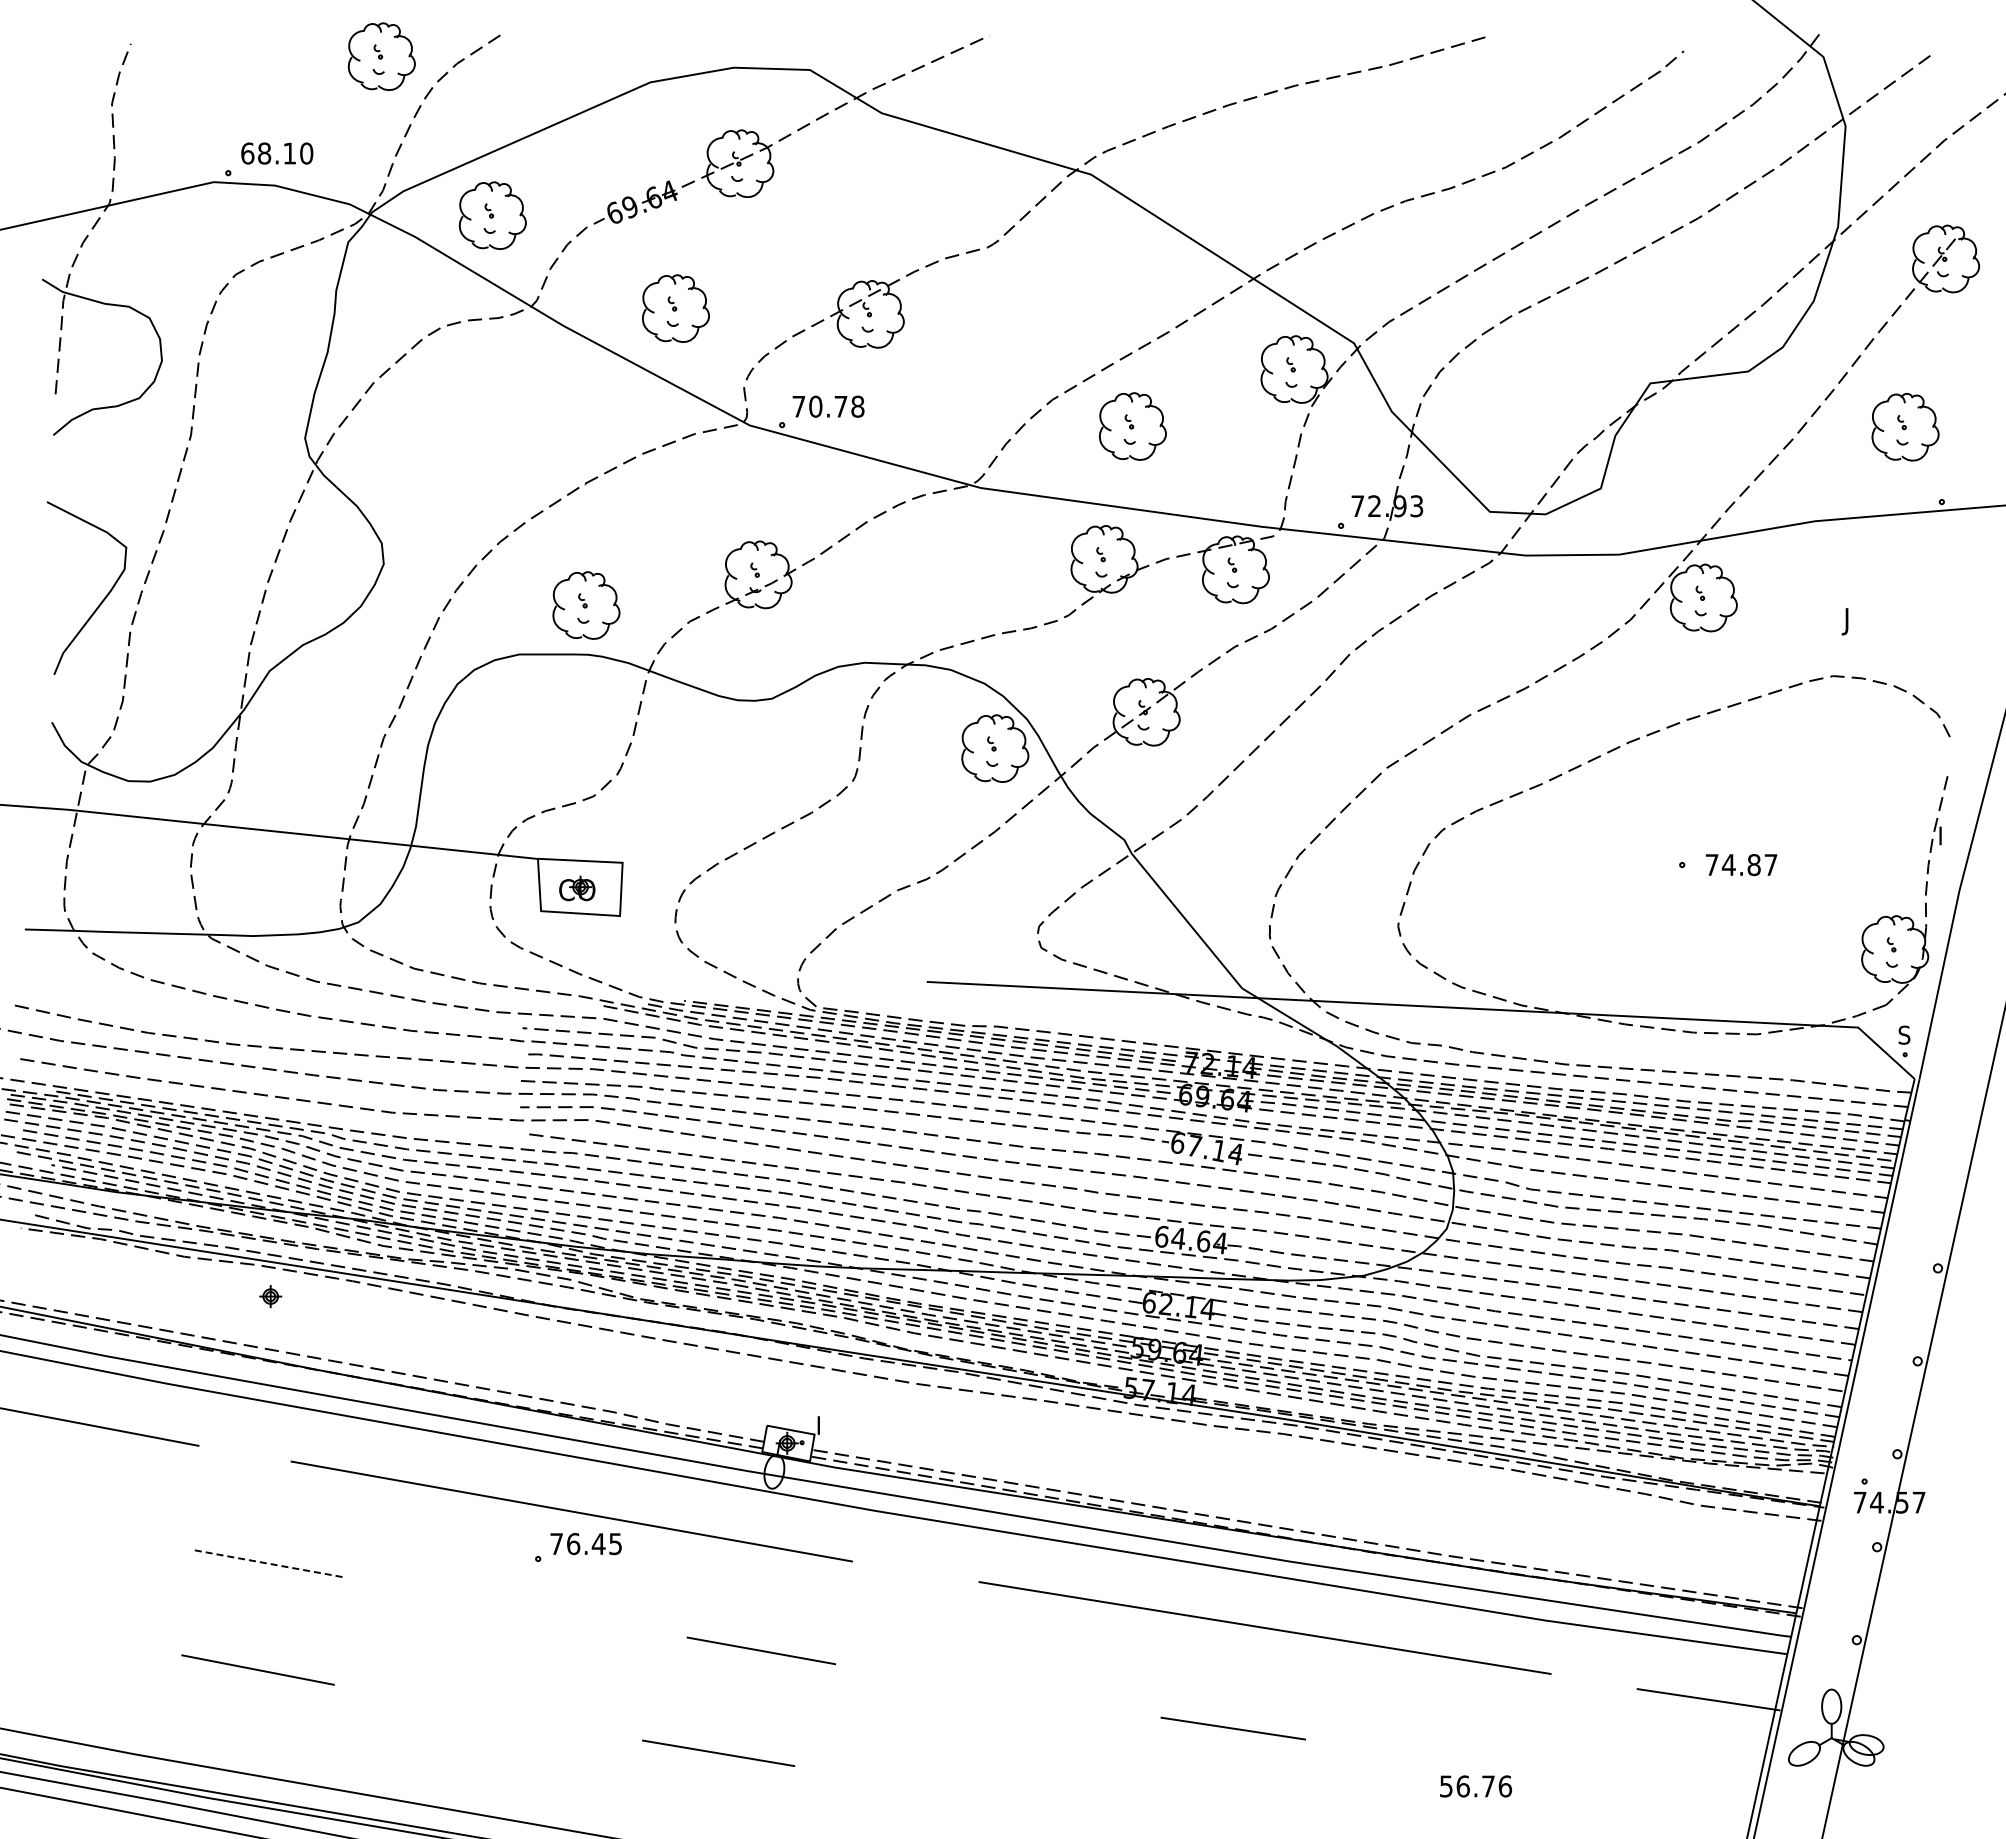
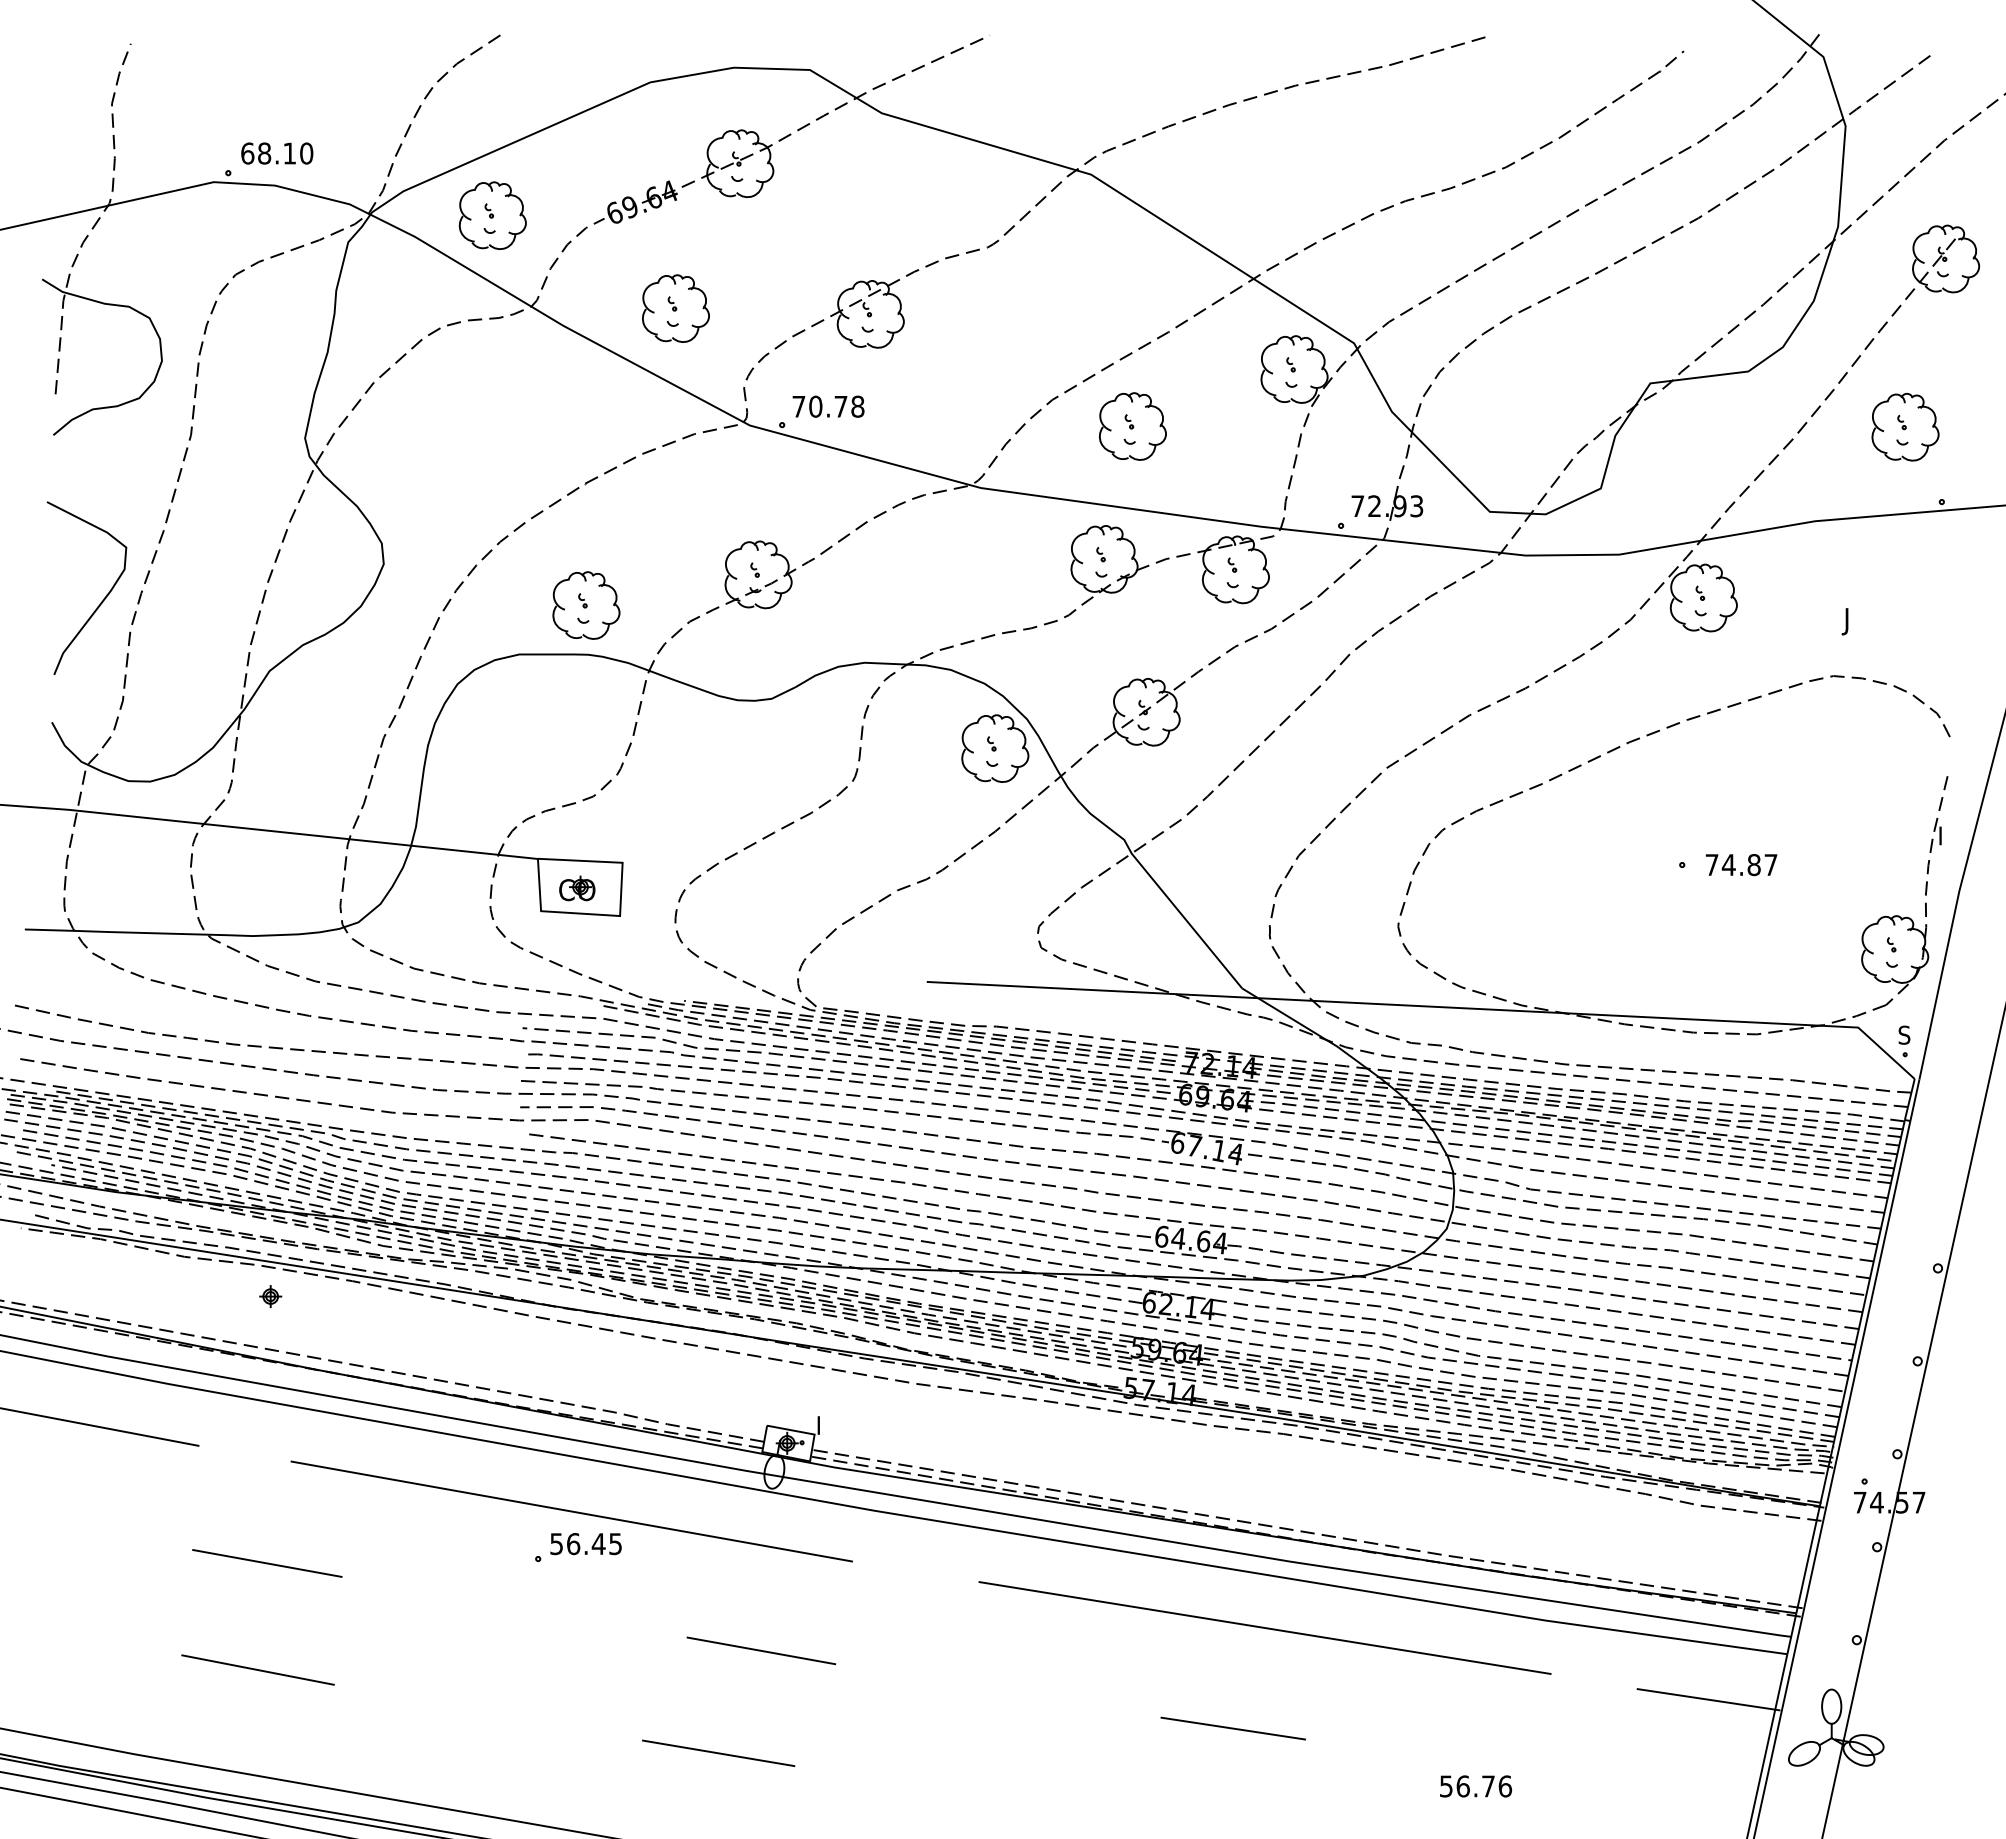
part at (381, 56): present -> none
text at (556, 1544): 76.45 -> 56.45
line at (266, 1563): dashed -> solid
